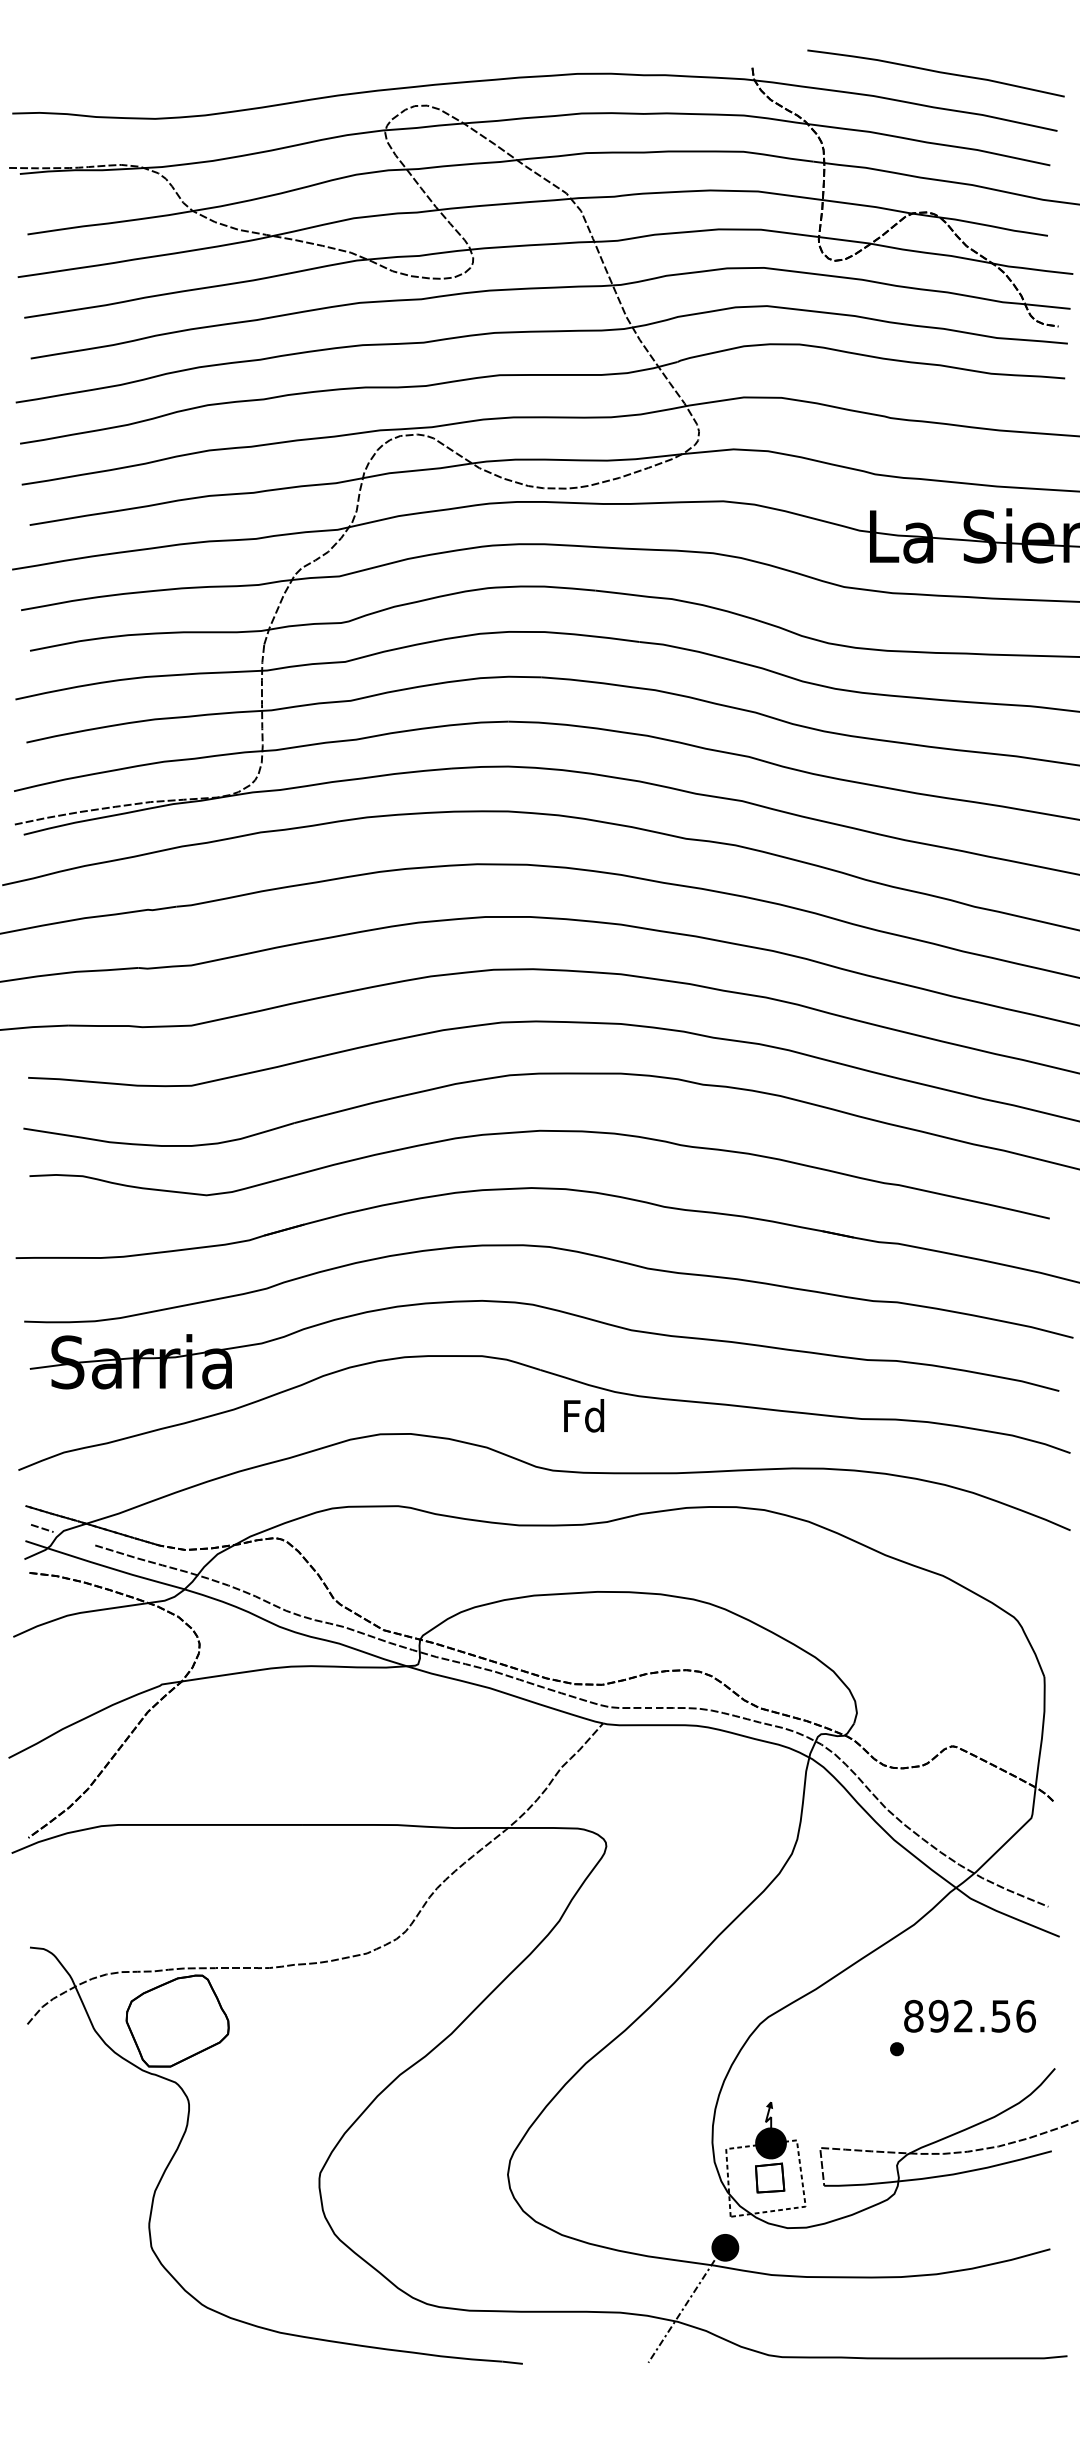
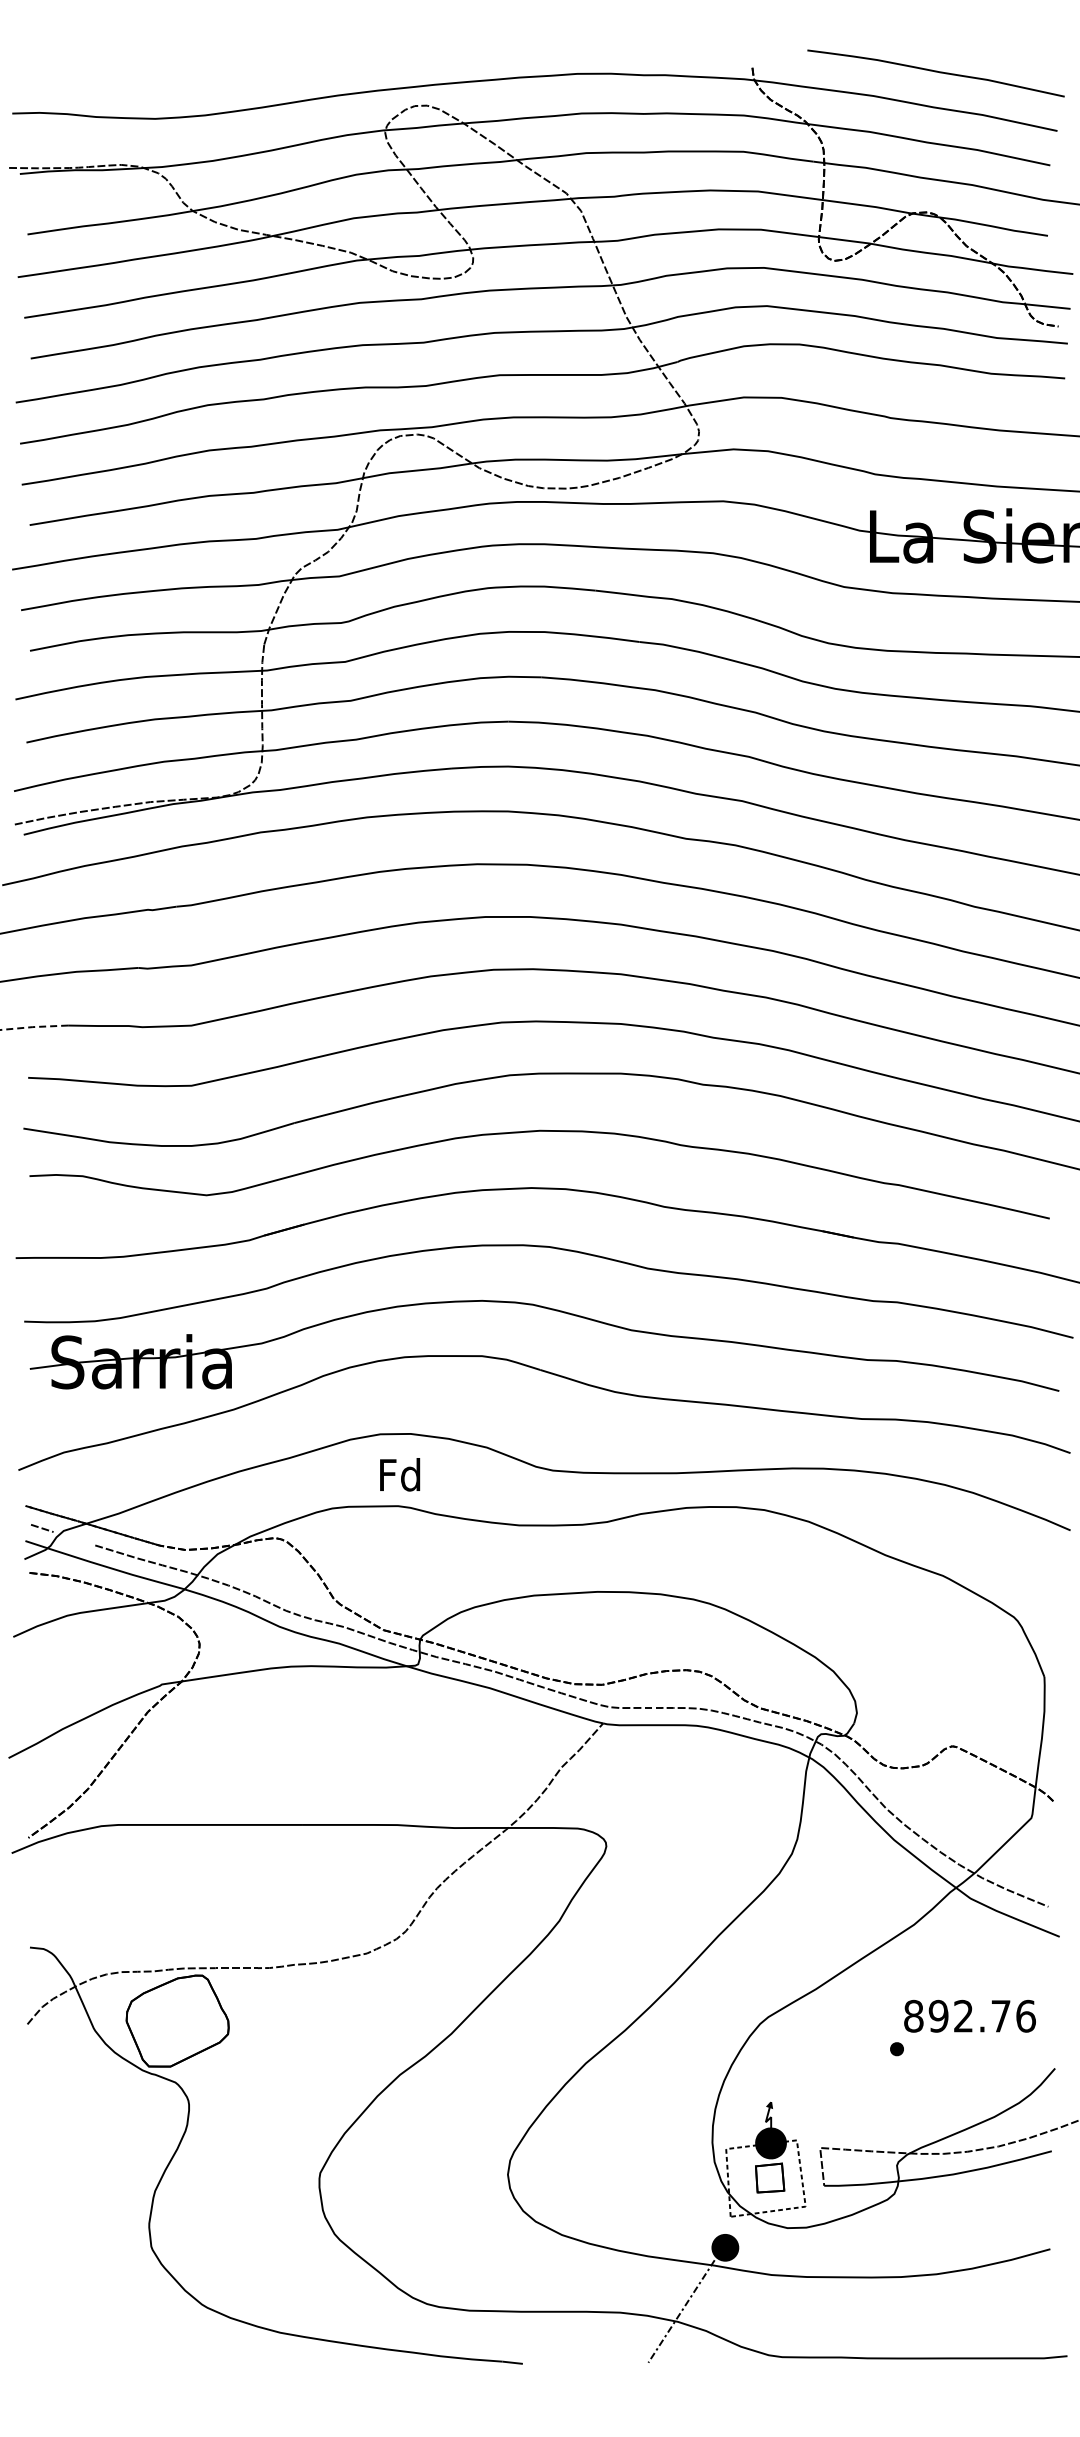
line at (33, 1027): solid -> dashed
text at (584, 1415) position: (584, 1415) -> (400, 1474)
text at (1000, 2016): 892.56 -> 892.76
